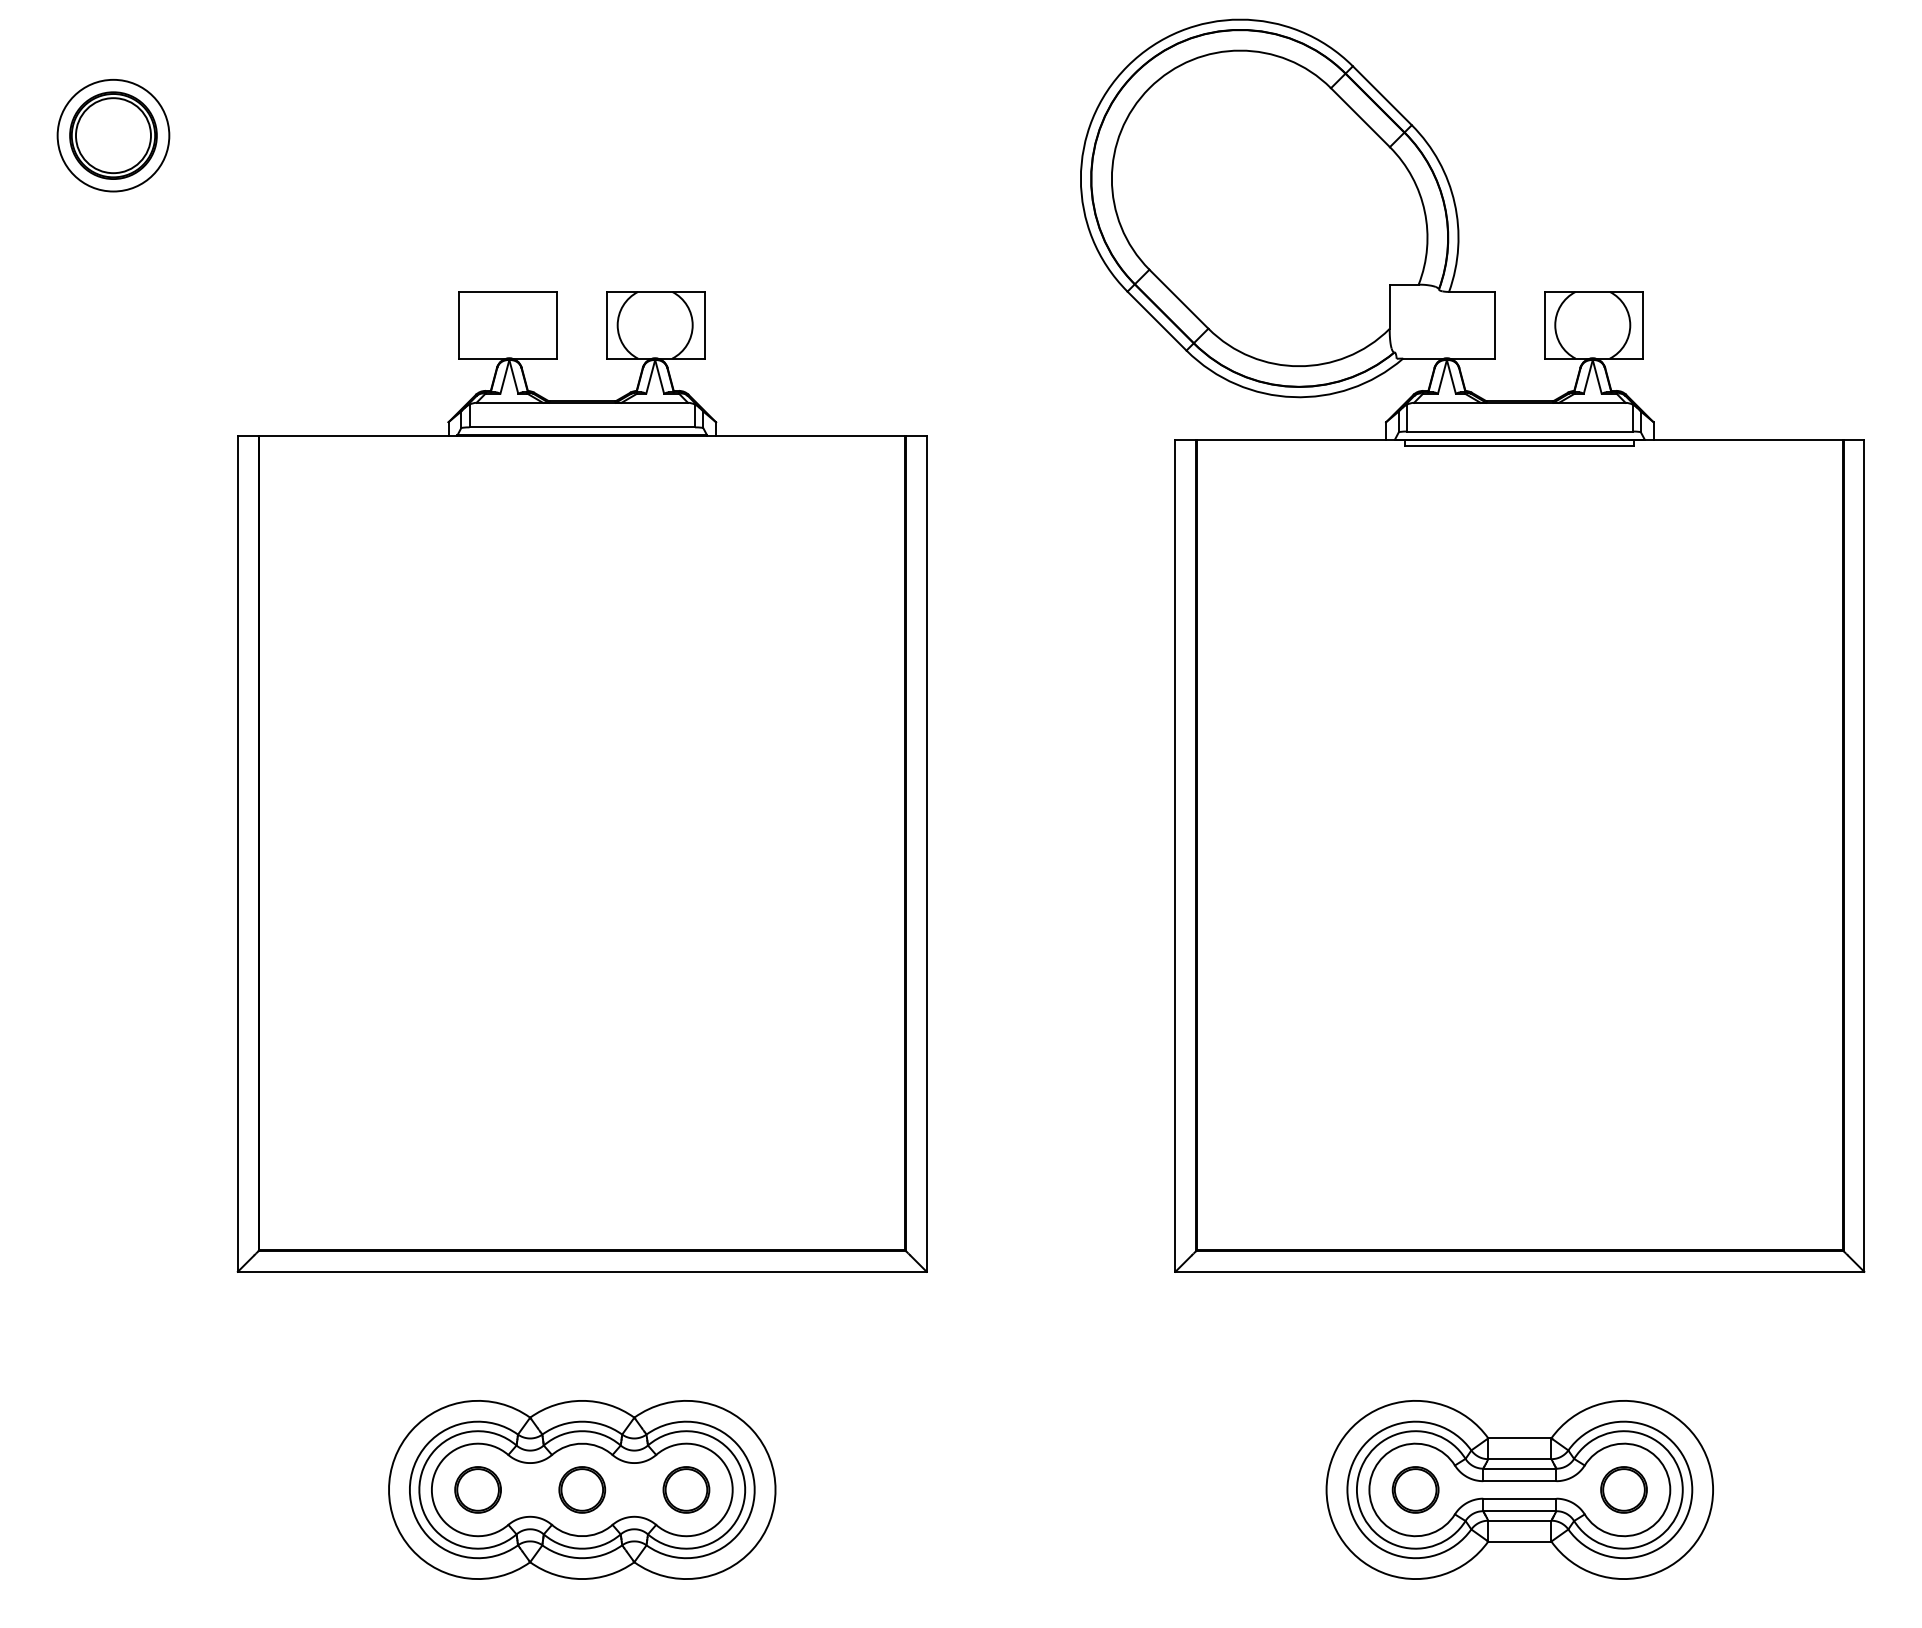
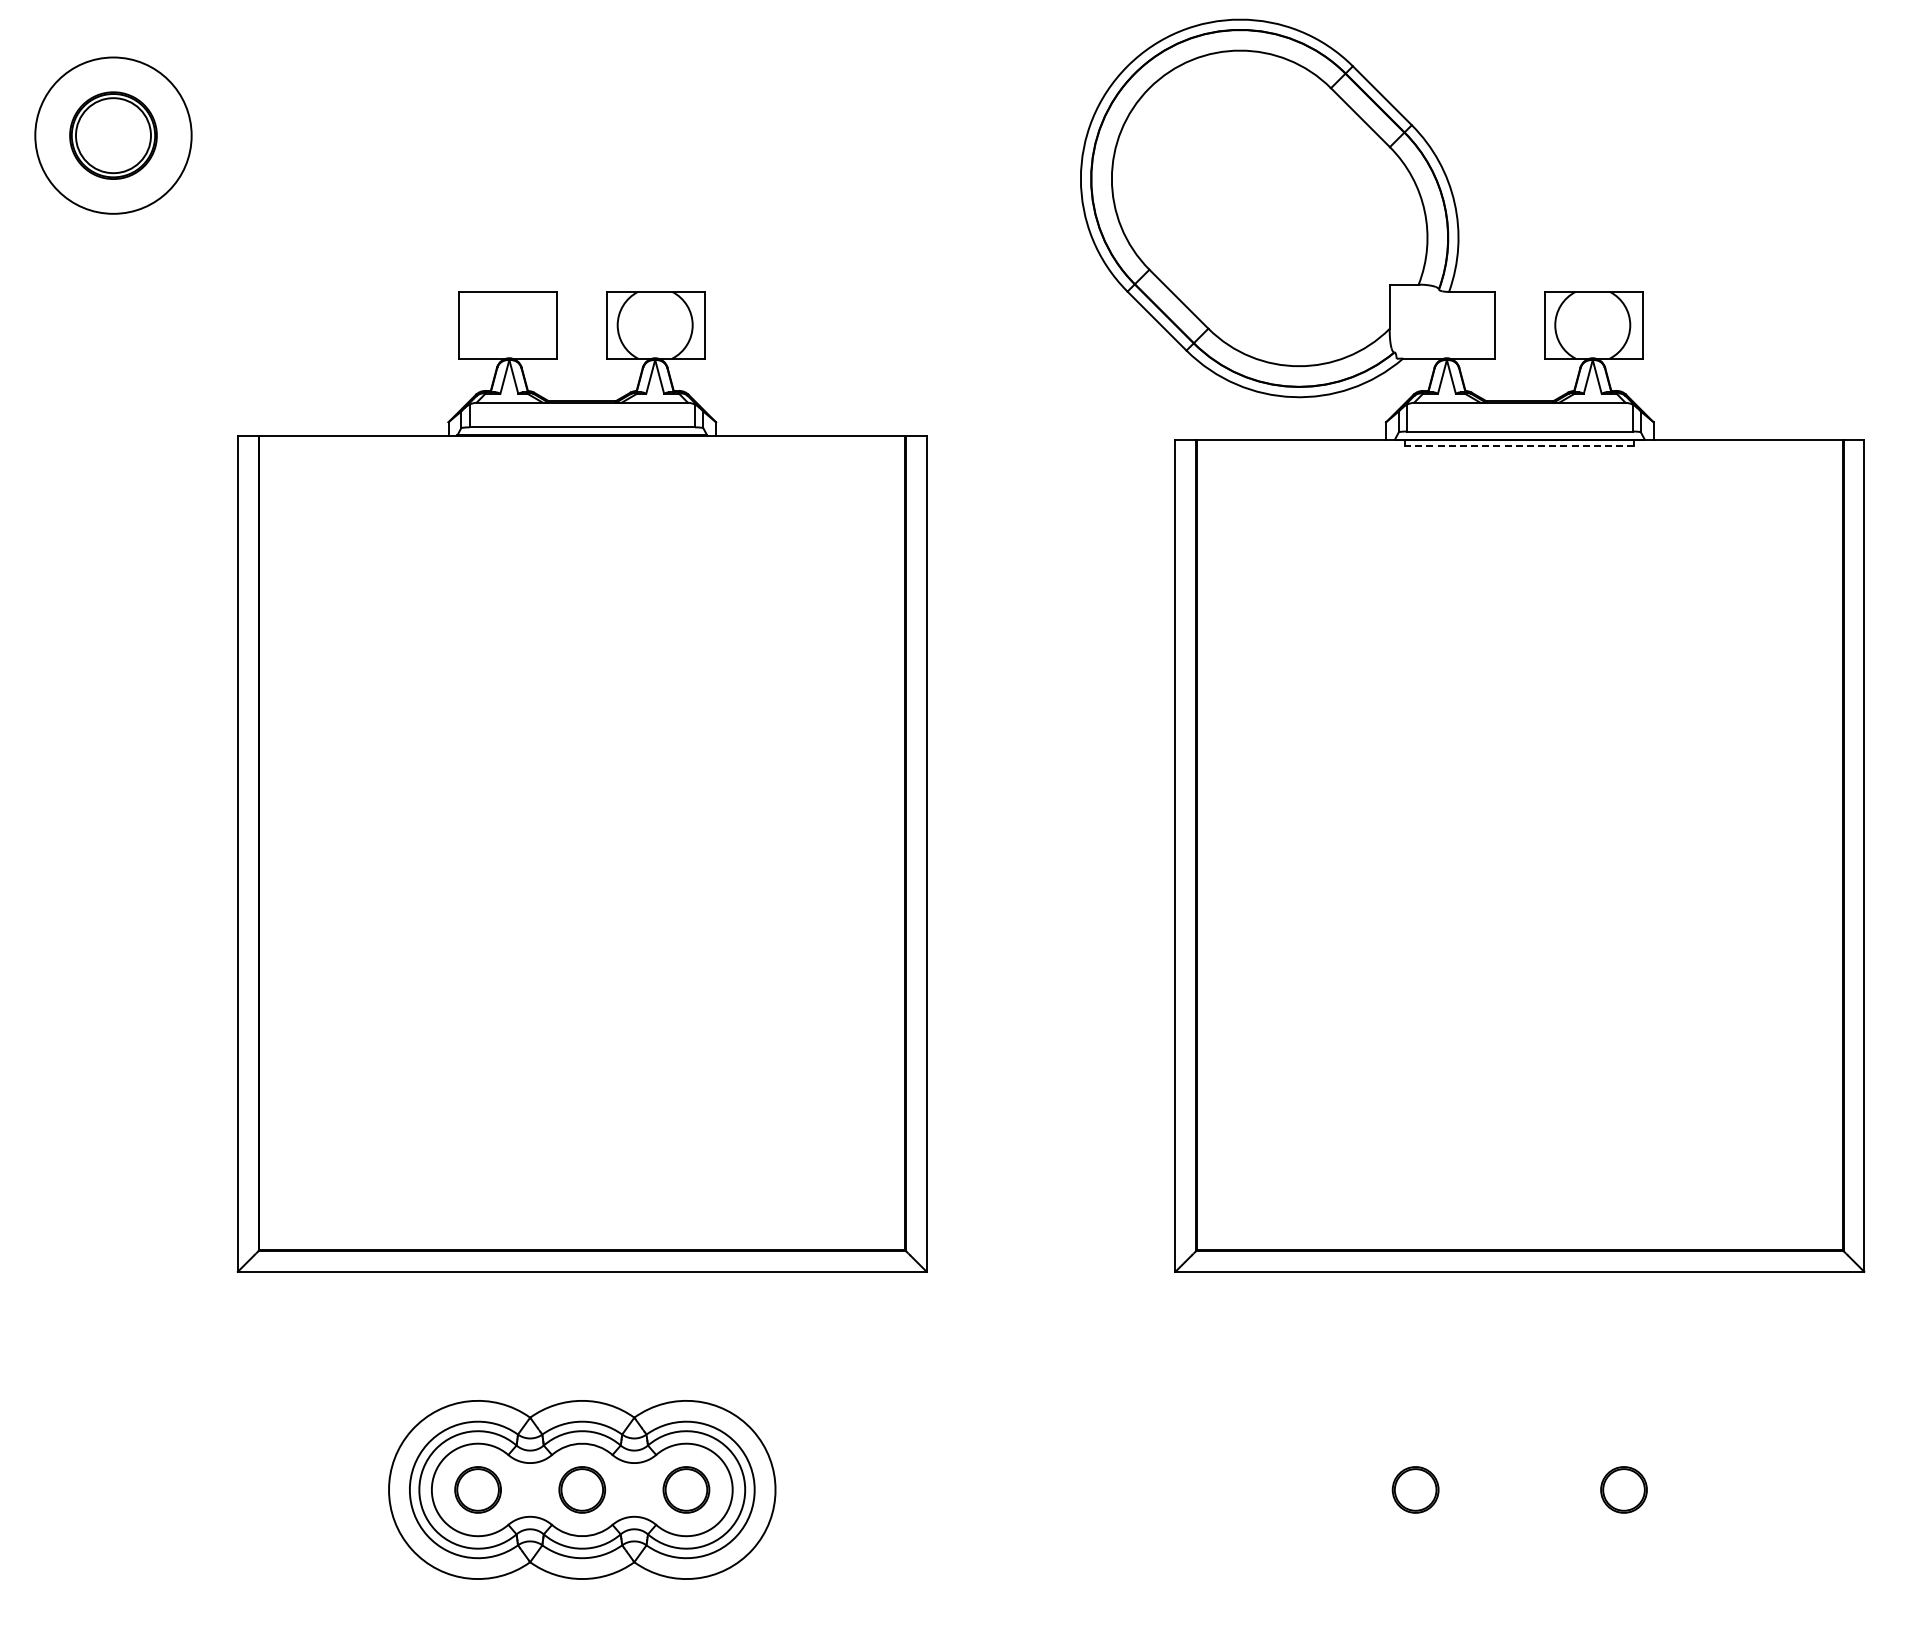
circle at (113, 135) diameter: 112 px -> 156 px
line at (1519, 446): solid -> dashed
part at (1519, 1489): present -> none
